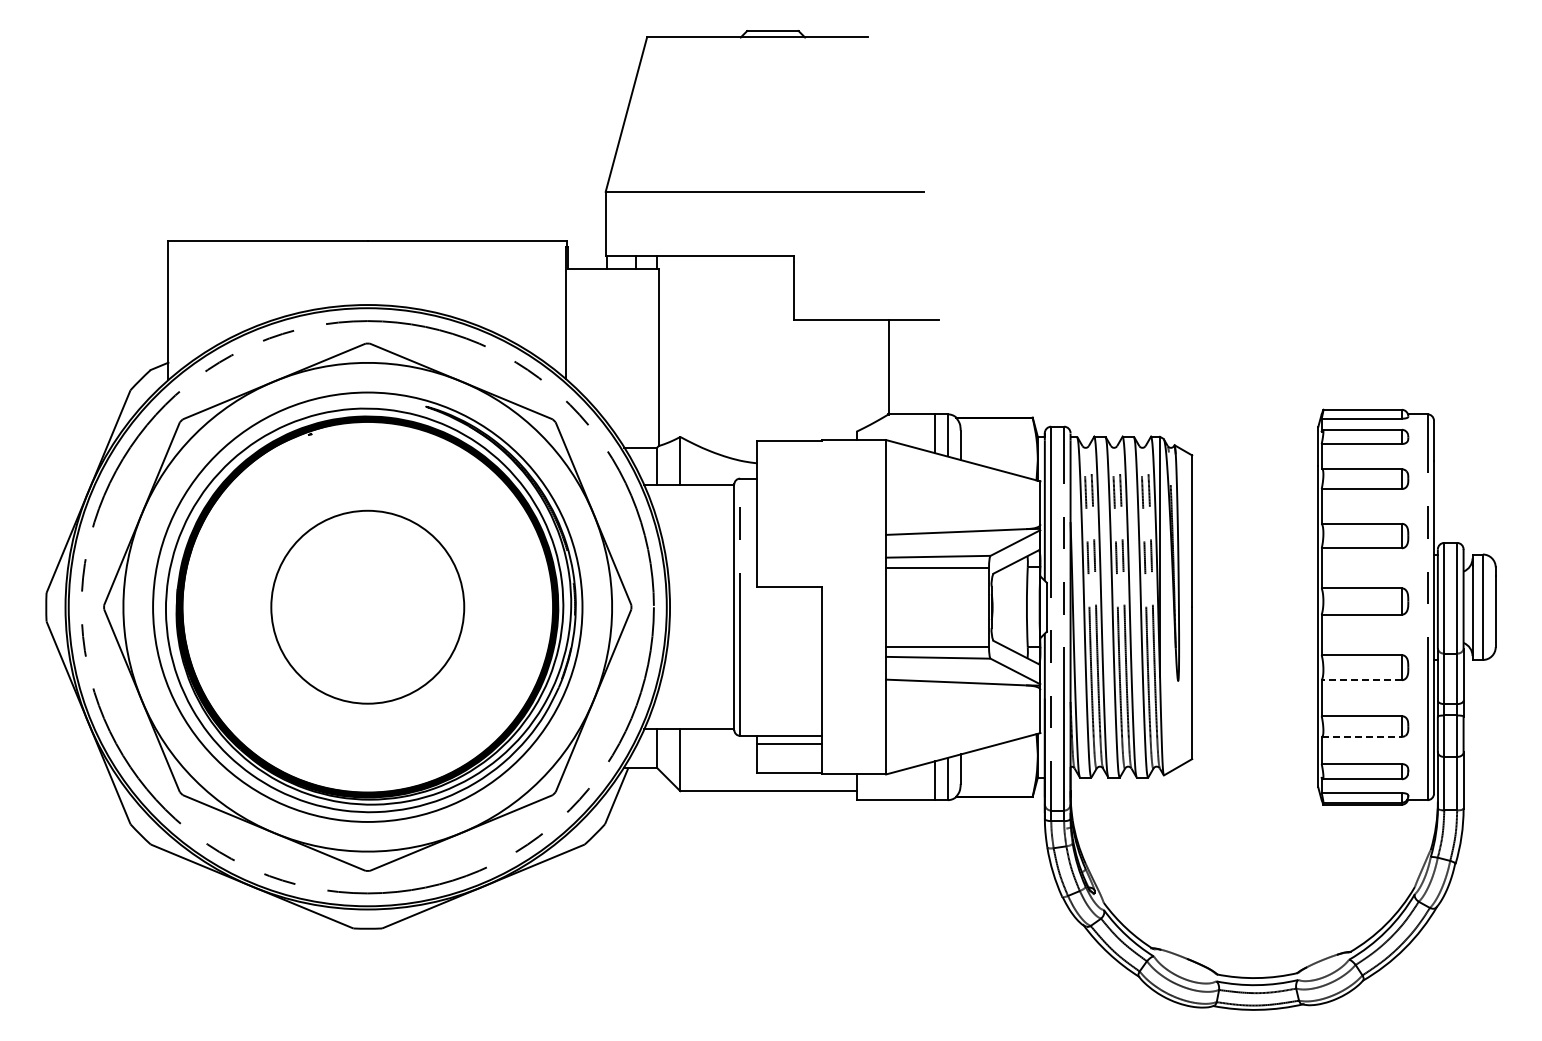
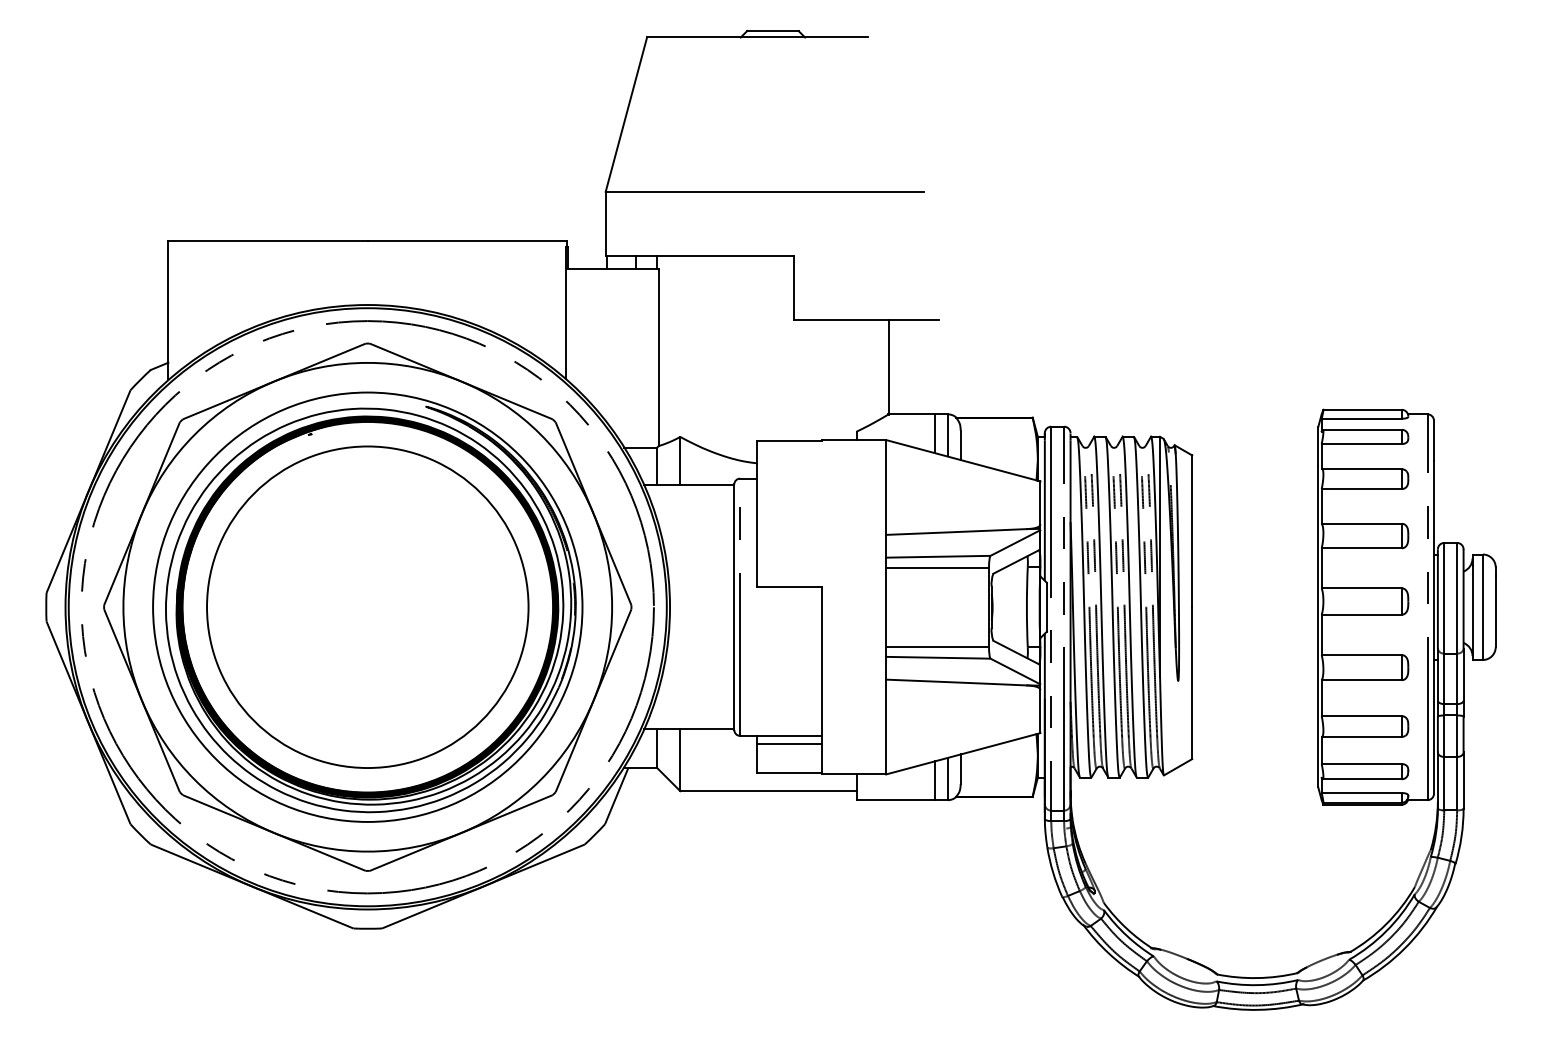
circle at (367, 606) diameter: 193 px -> 322 px
line at (1361, 680): dashed -> solid
line at (1361, 736): dashed -> solid
